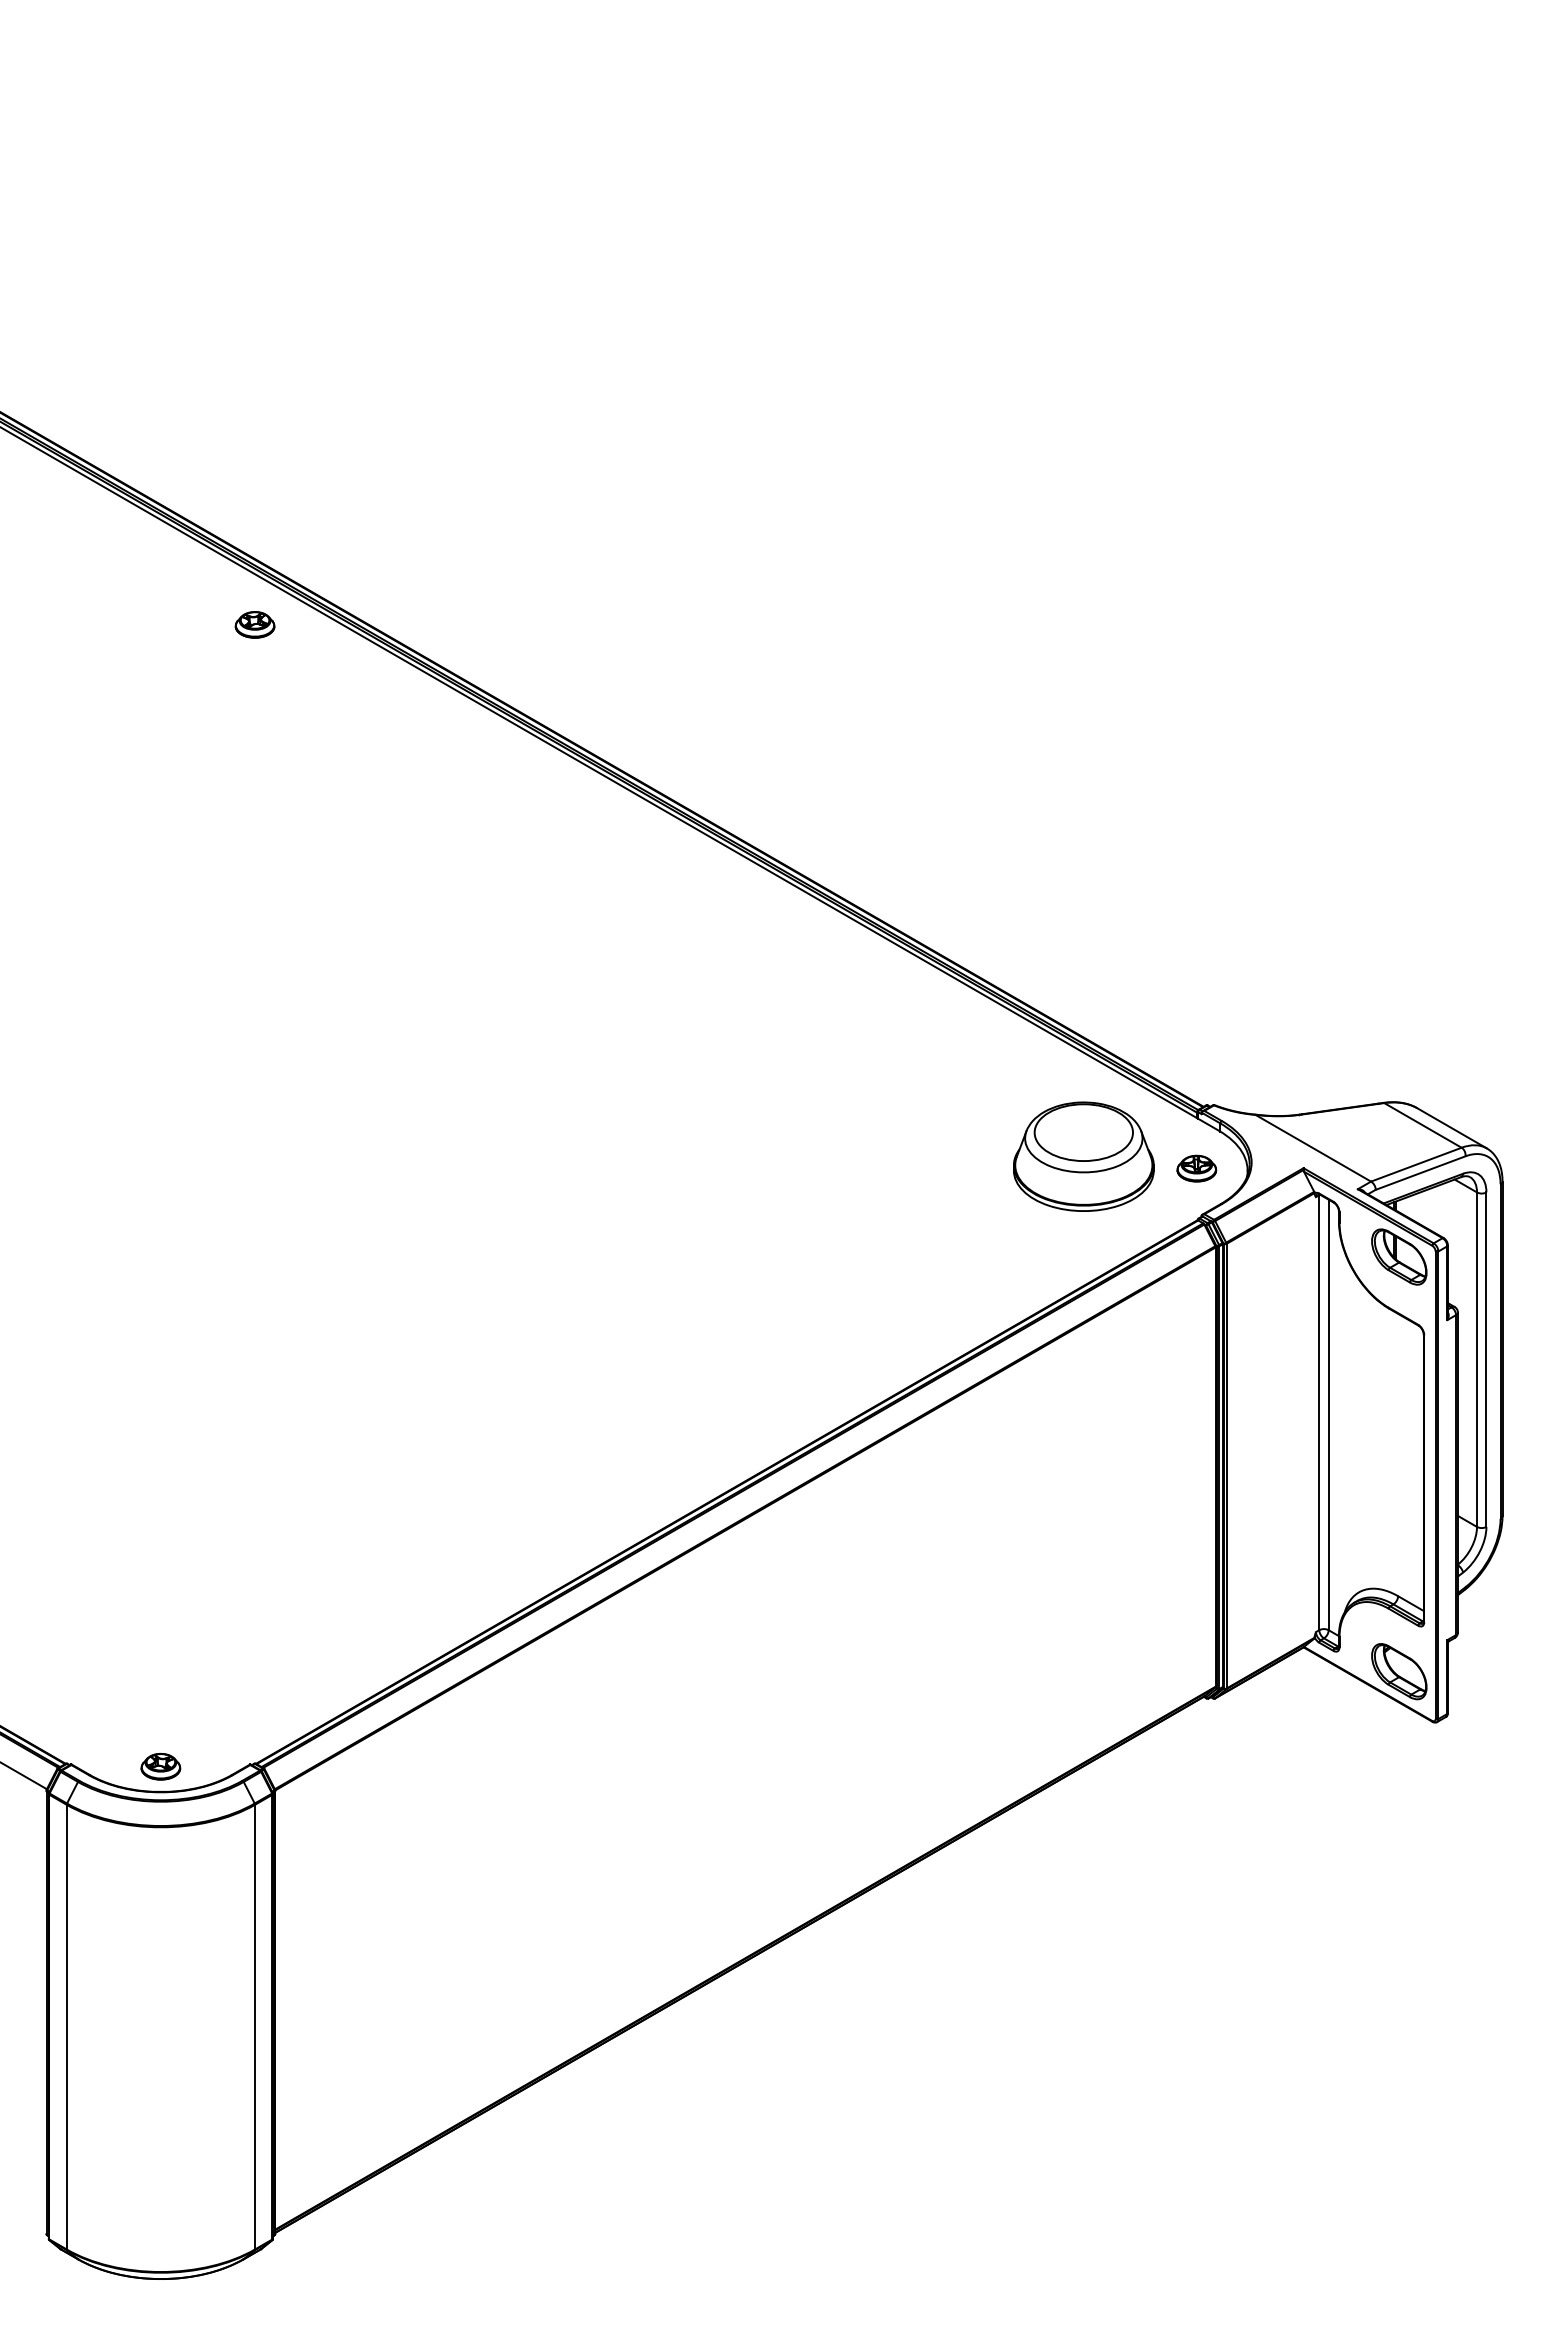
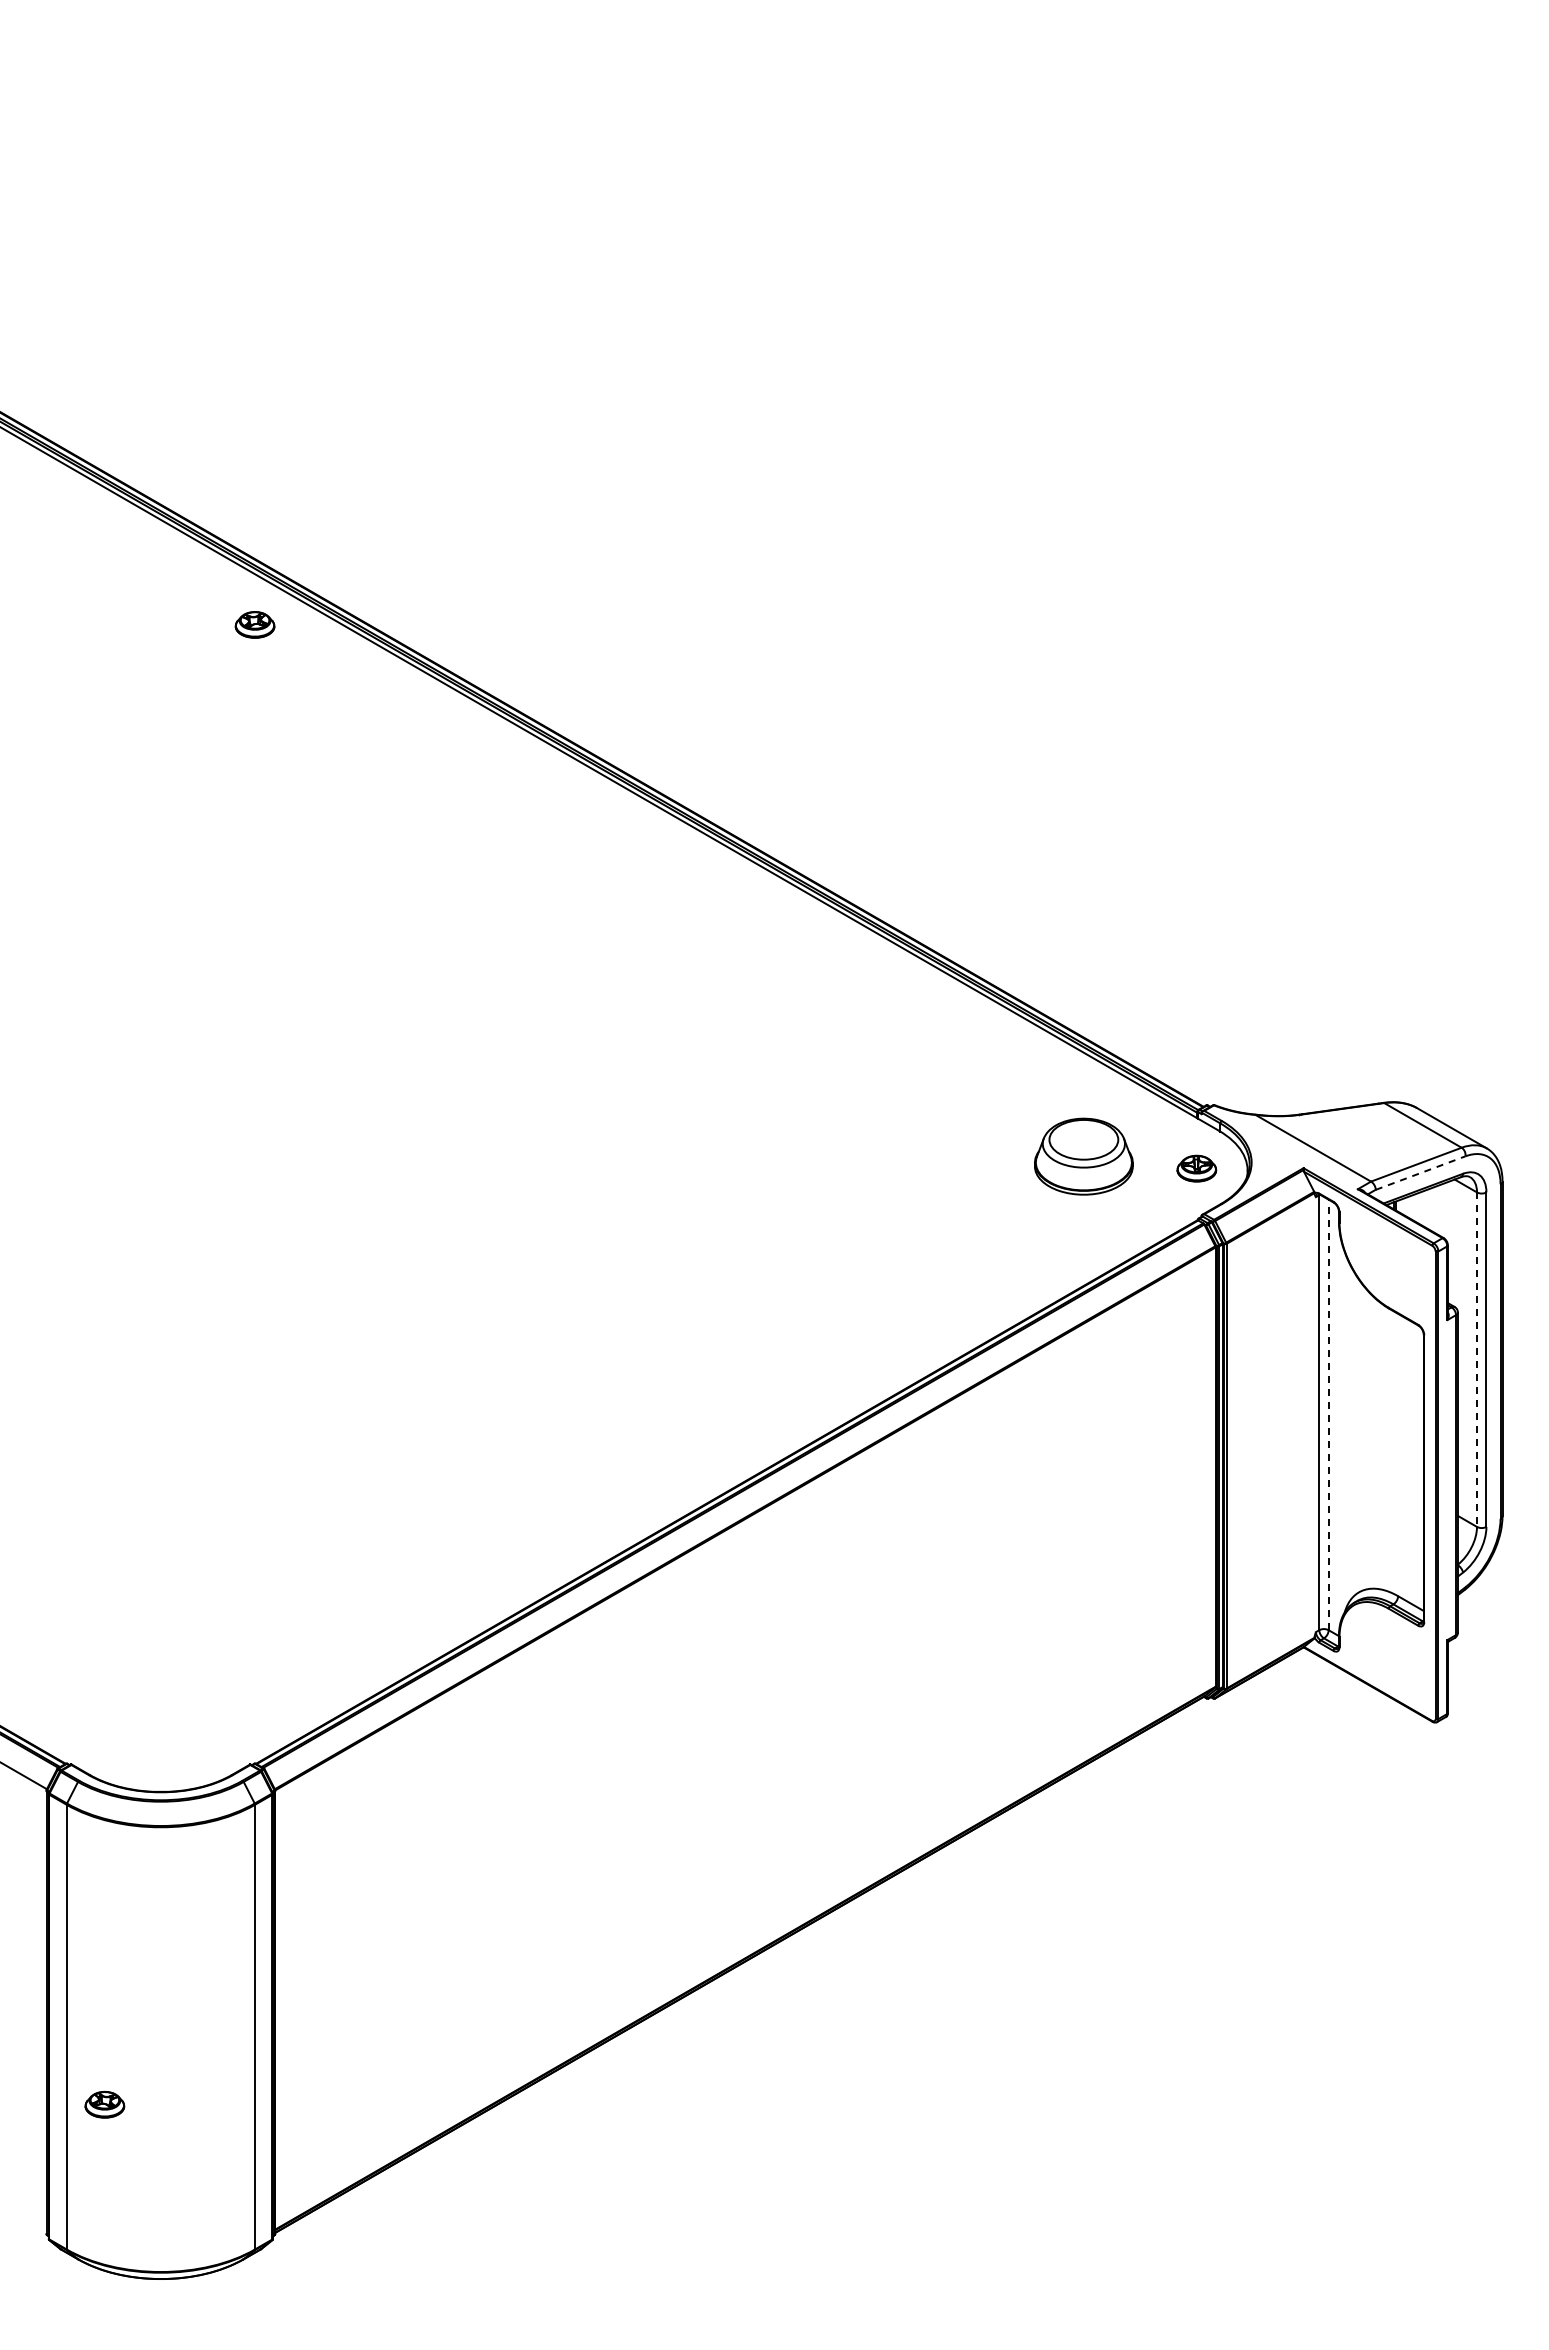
part at (1083, 1156) size: 142x111 px -> 100x79 px
line at (1420, 1173): solid -> dashed
part at (1399, 1256): present -> none
line at (1477, 1360): solid -> dashed
line at (1328, 1414): solid -> dashed
part at (1399, 1671): present -> none
part at (160, 1766) position: (160, 1766) -> (104, 2104)
